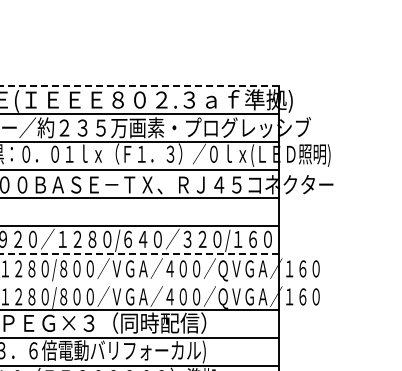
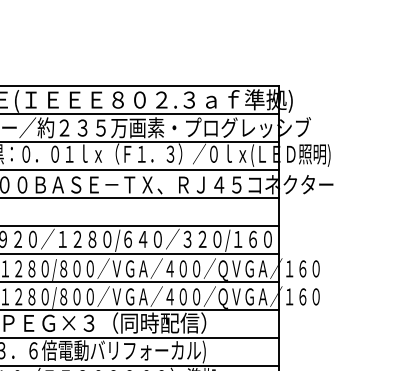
line at (139, 86): dashed -> solid
line at (139, 254): dashed -> solid
line at (140, 282): none -> present
